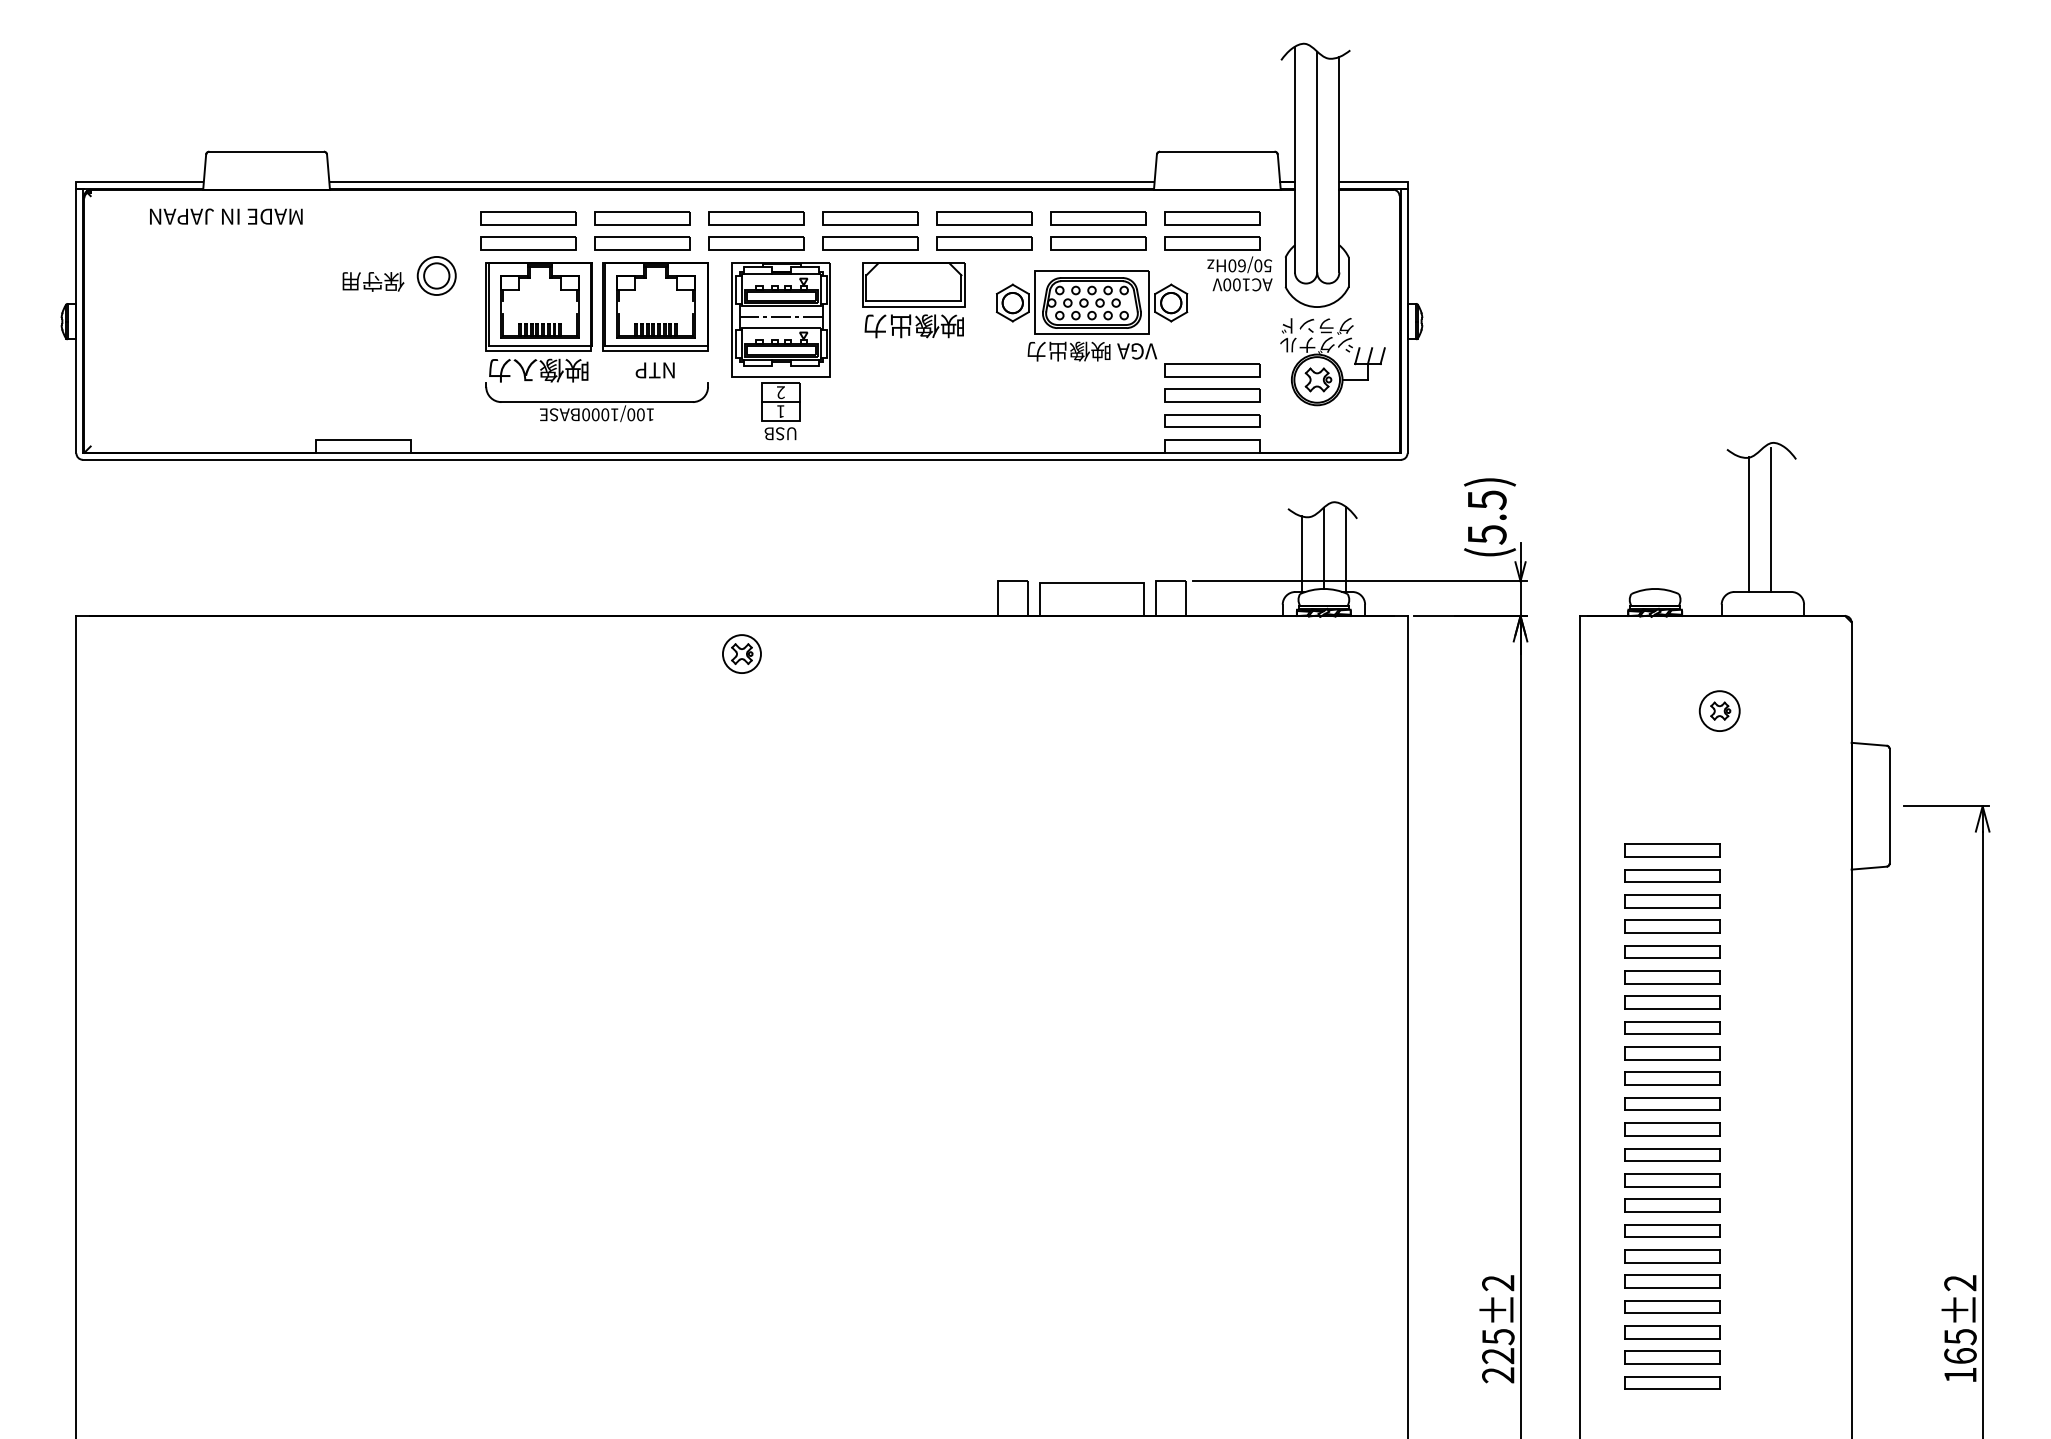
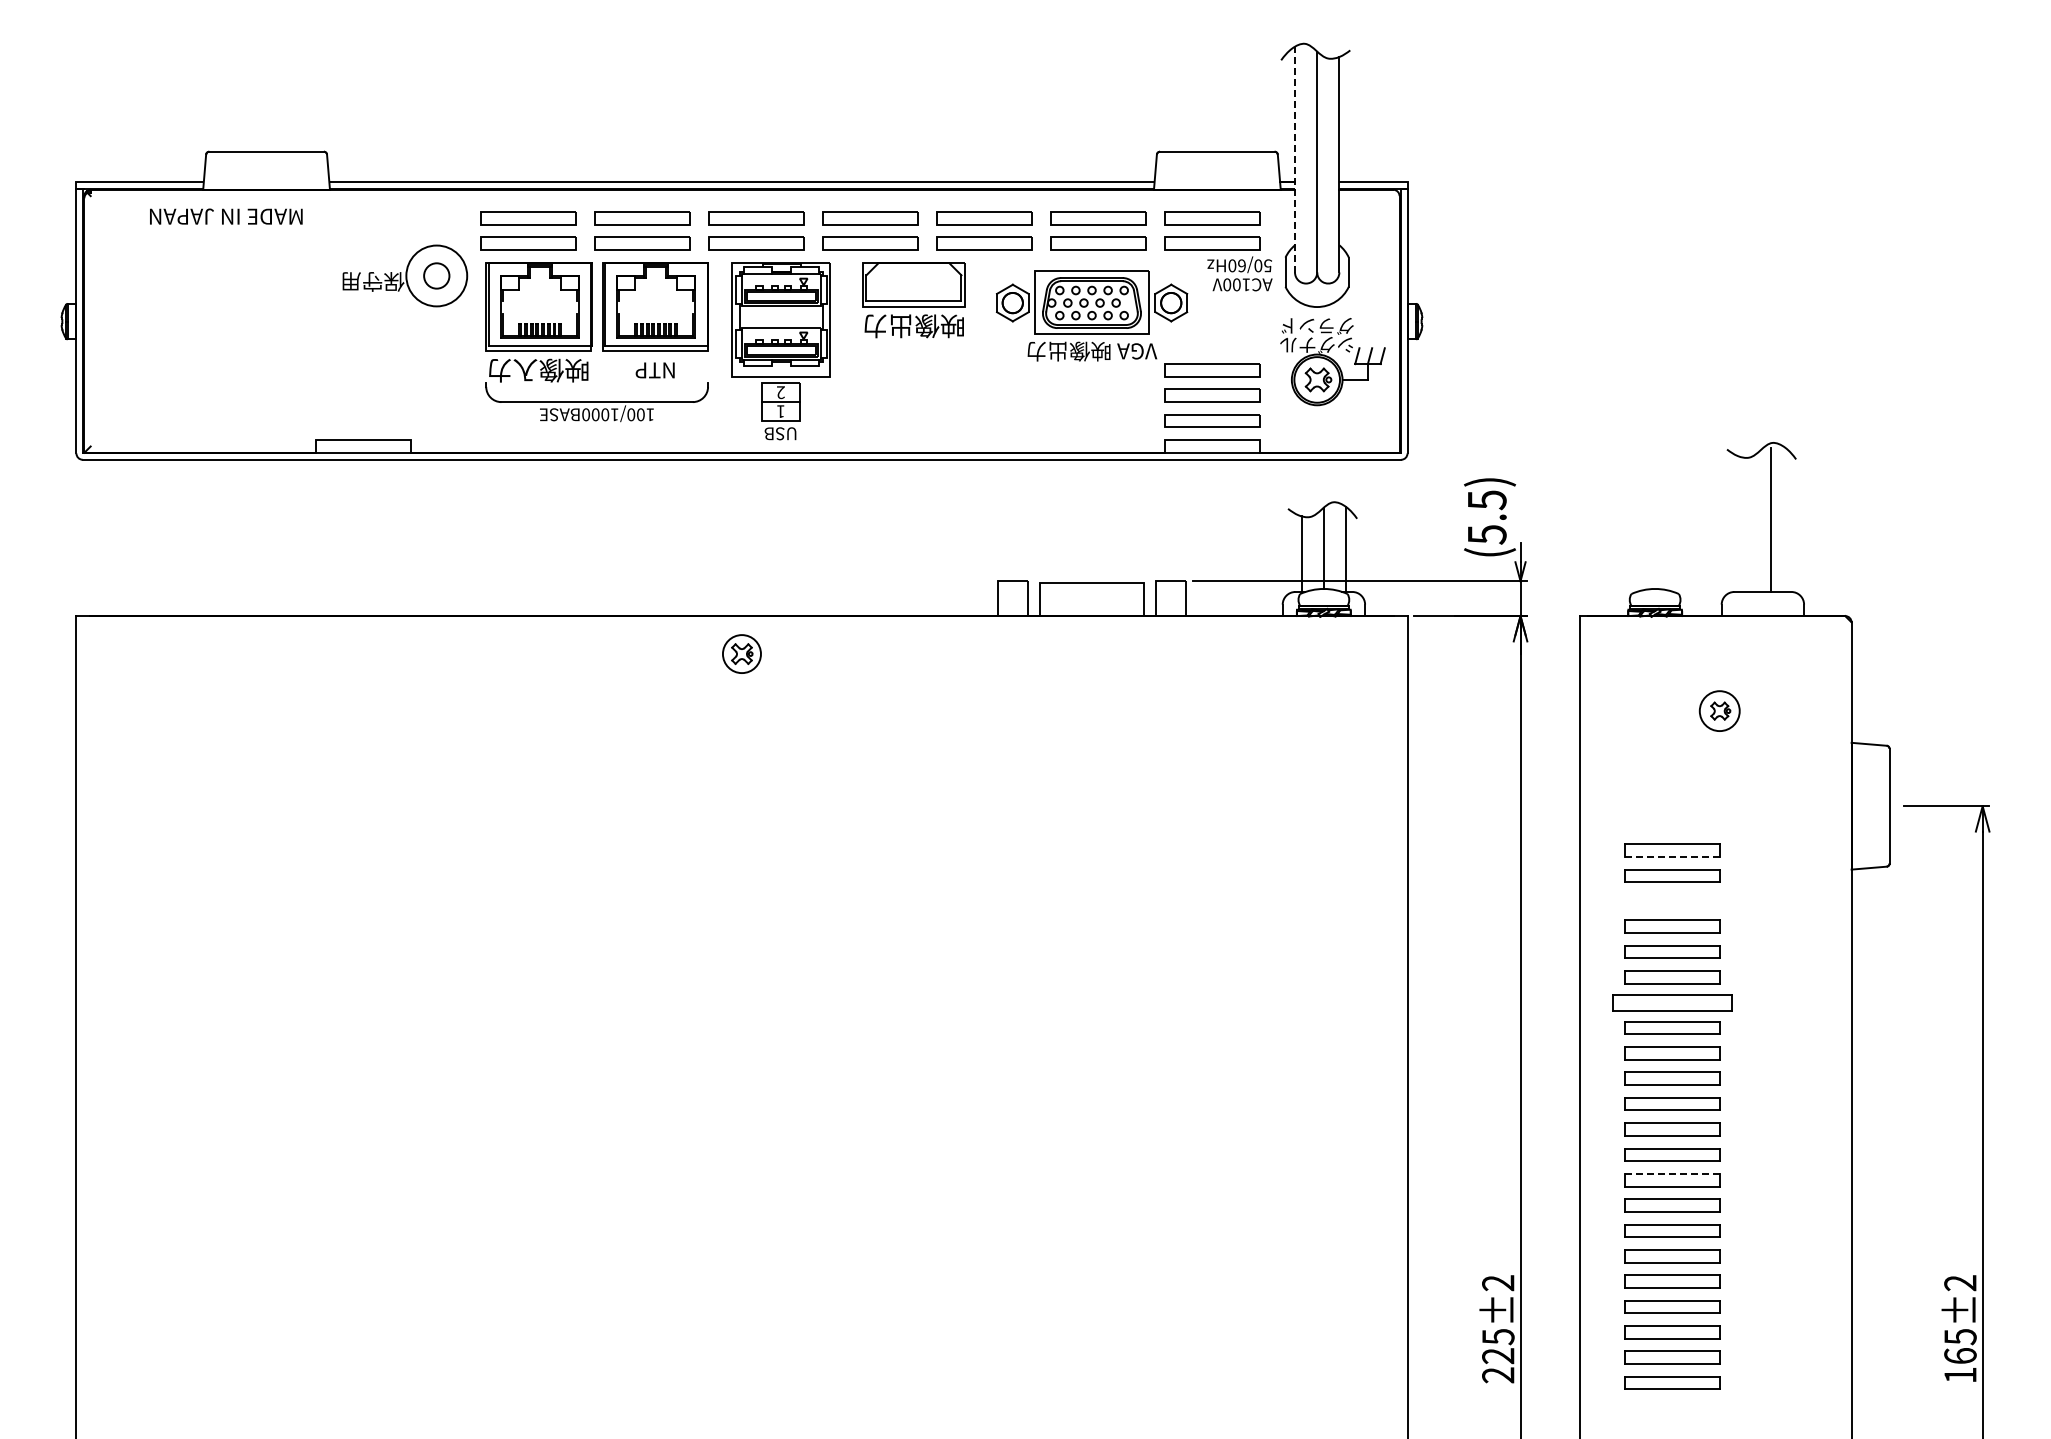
line at (1295, 159): solid -> dashed
circle at (436, 275) diameter: 38 px -> 61 px
line at (781, 316): present -> none
line at (1748, 524): present -> none
line at (1672, 856): solid -> dashed
part at (1672, 901): present -> none
part at (1672, 1002) size: 97x15 px -> 121x18 px
line at (1672, 1173): solid -> dashed
